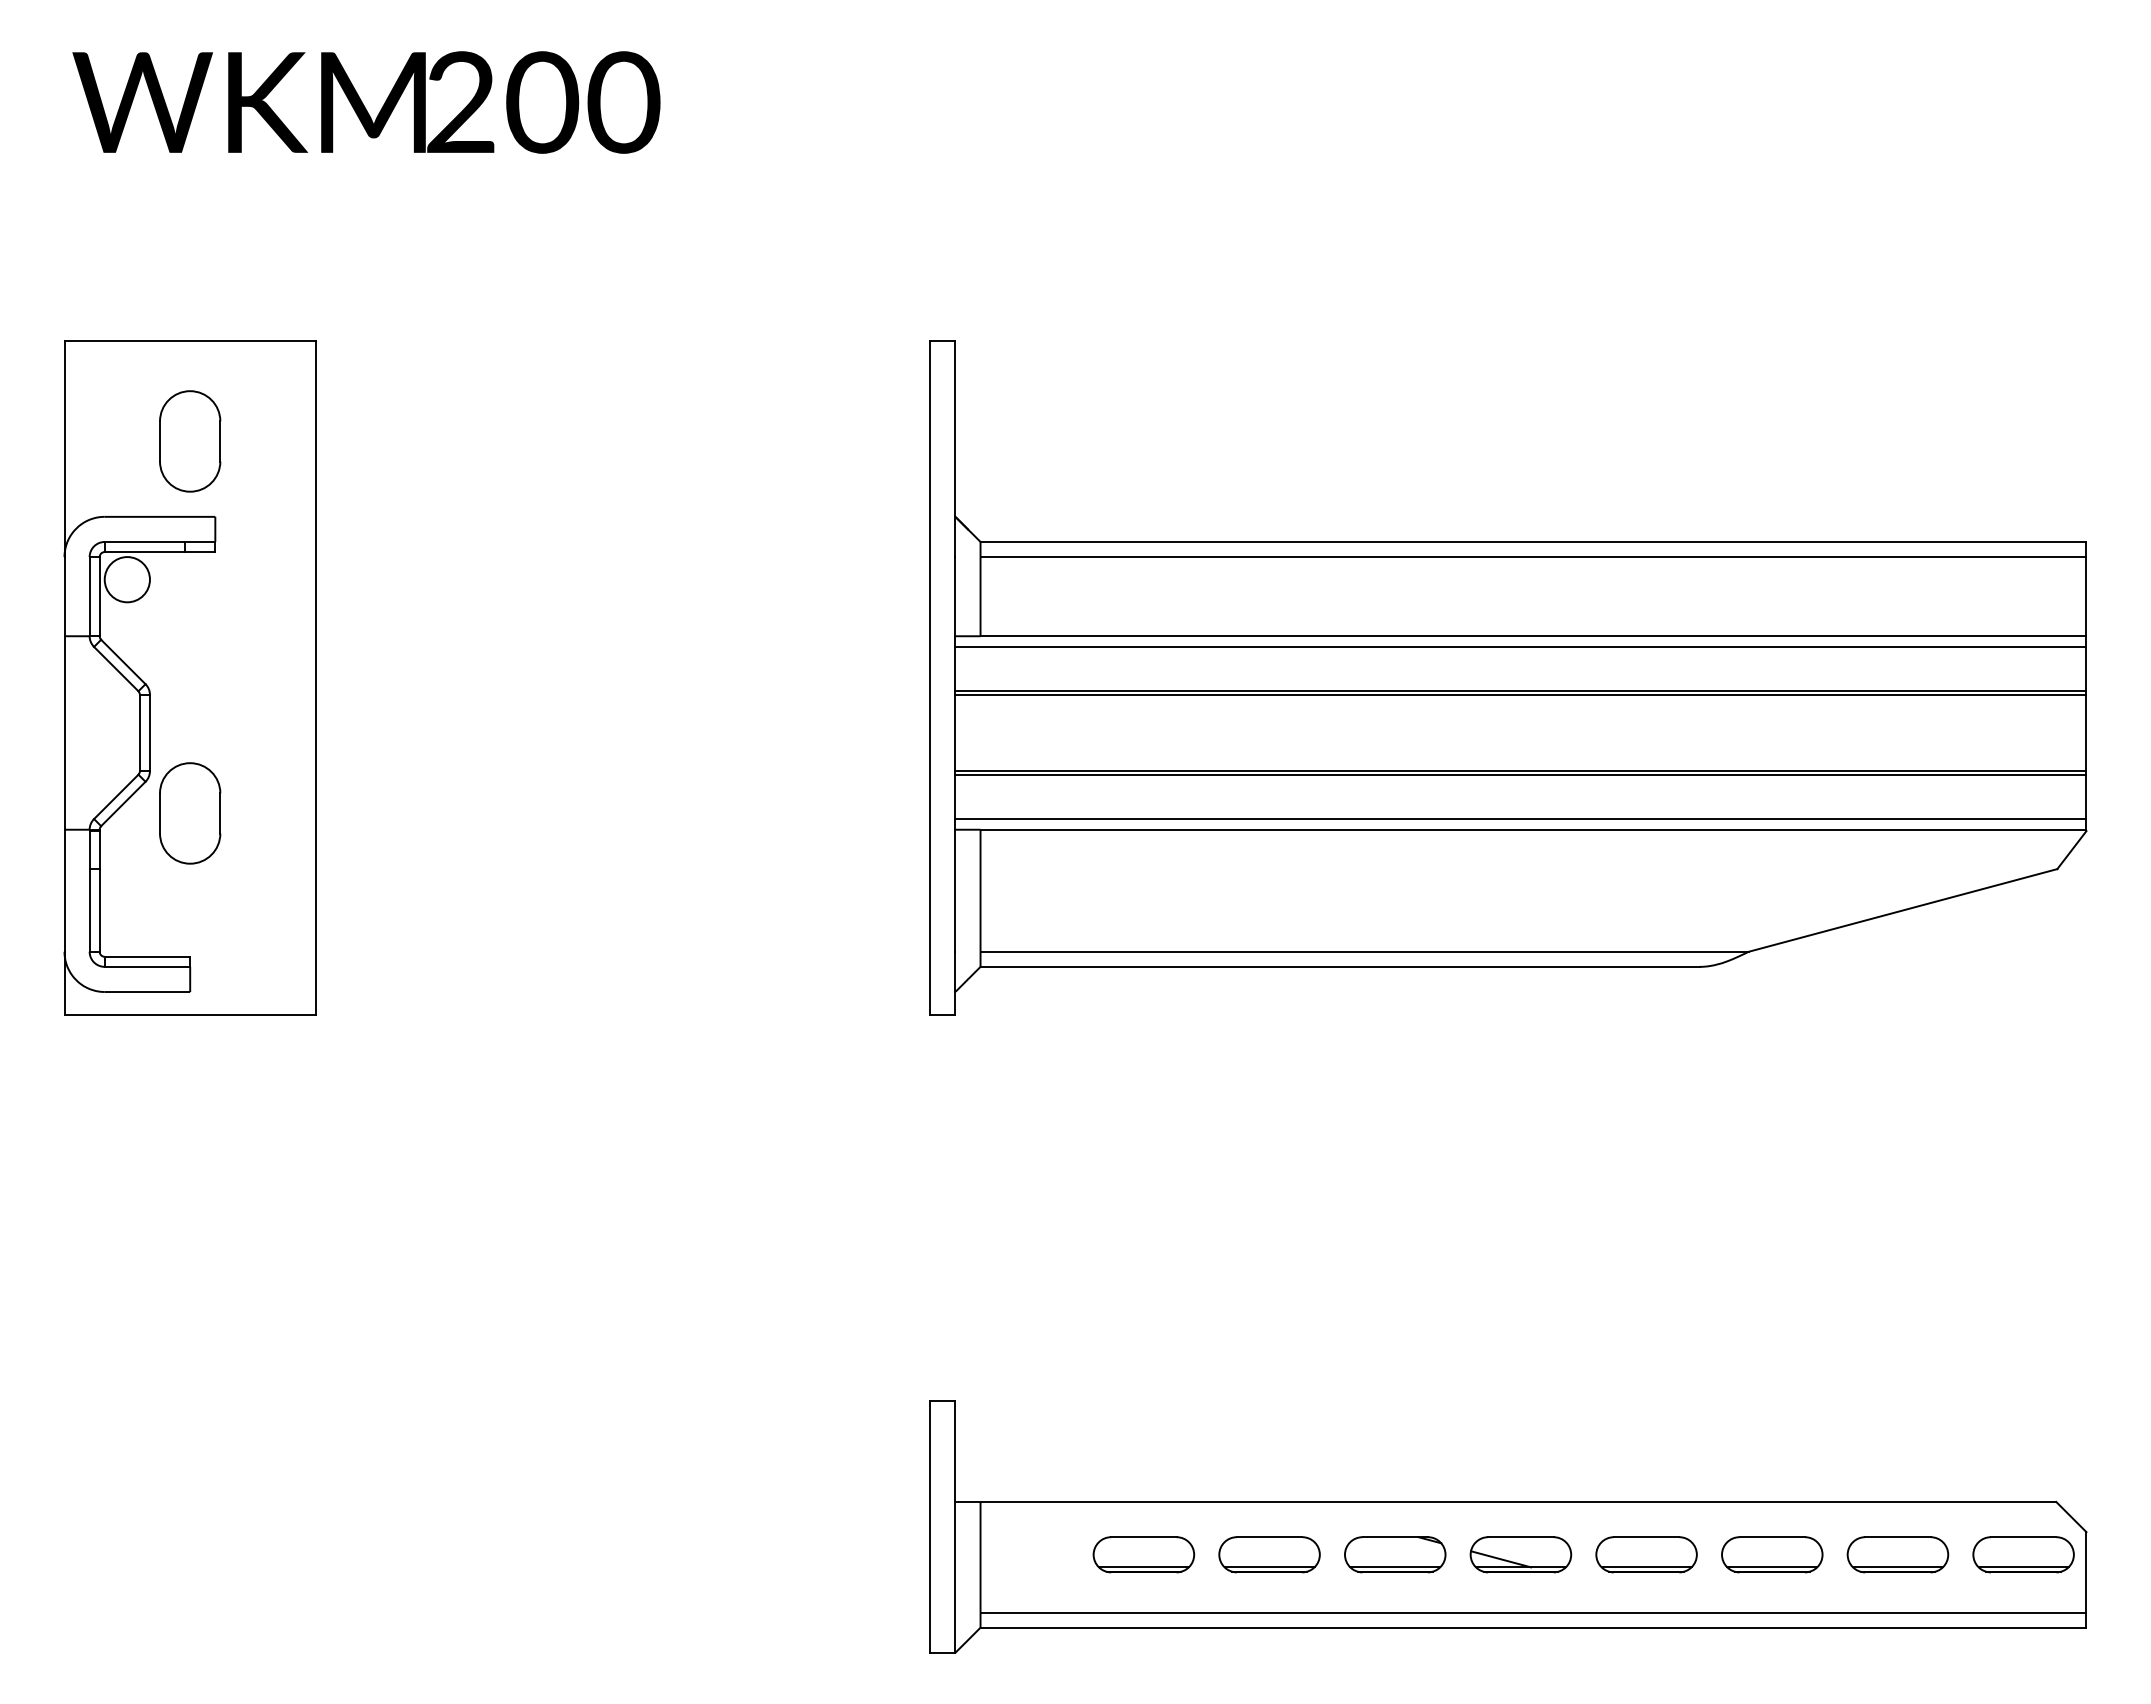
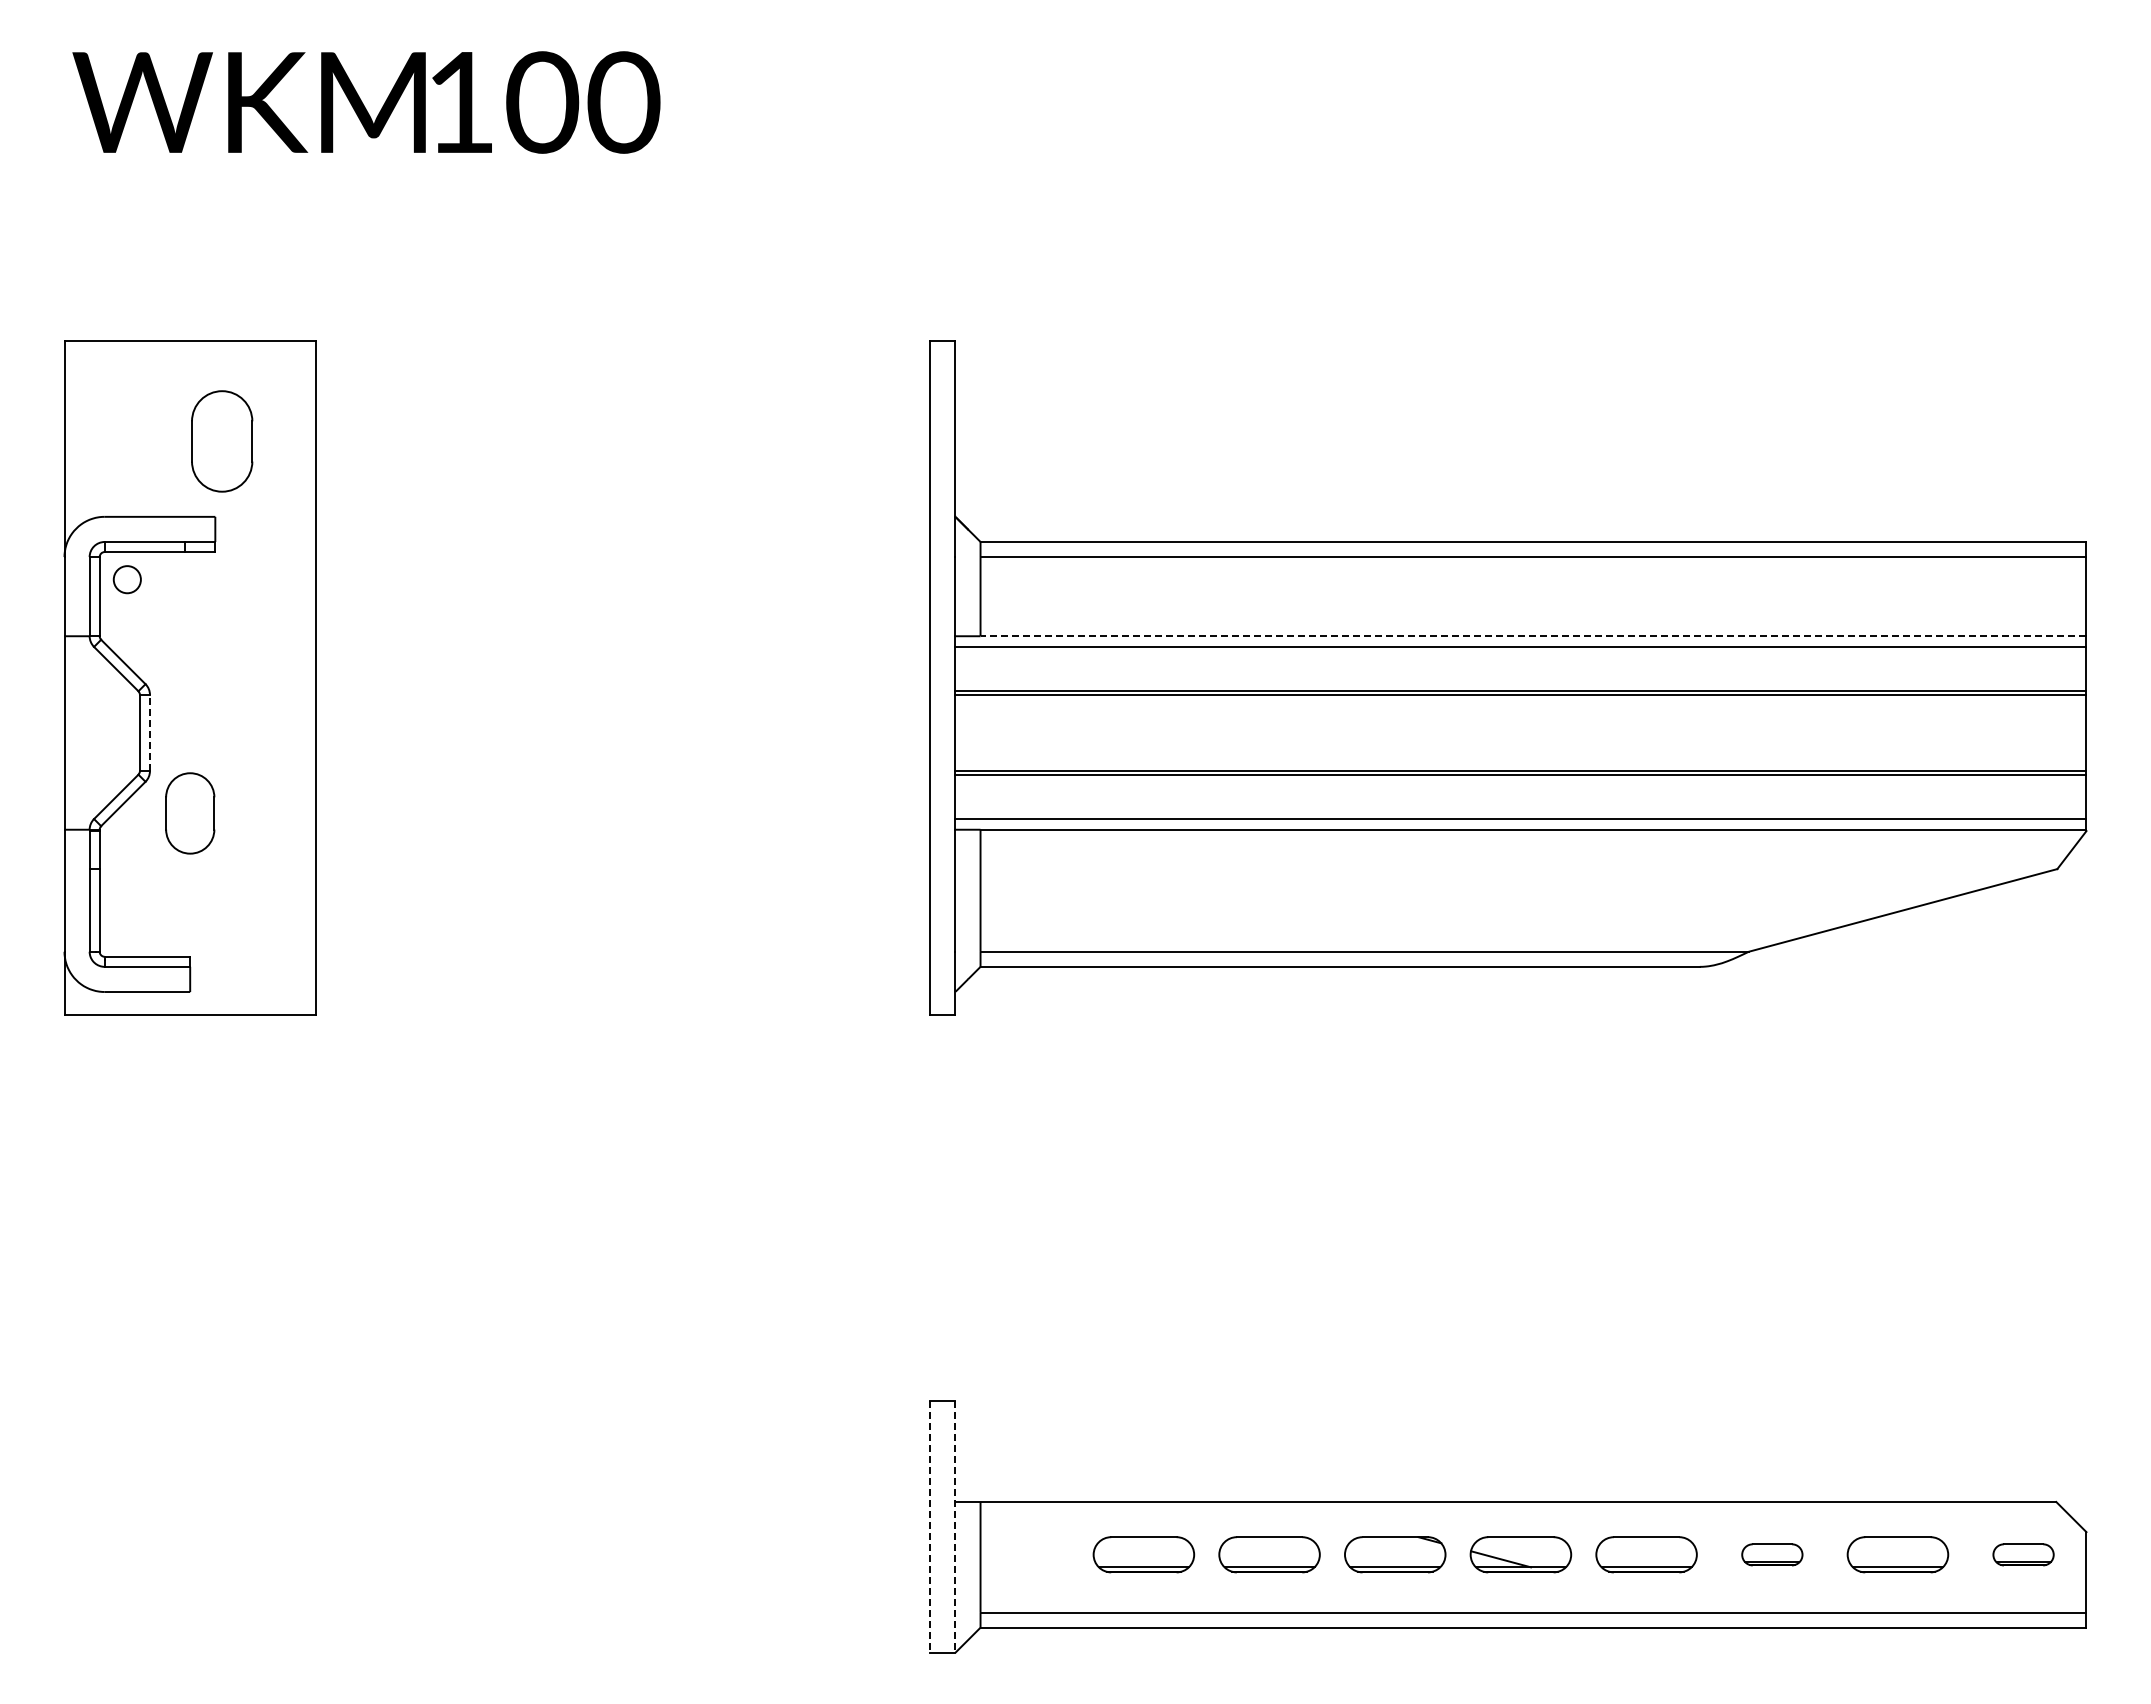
text at (460, 101): 200 -> 100
part at (190, 441) position: (190, 441) -> (222, 441)
circle at (126, 579) diameter: 45 px -> 27 px
line at (1533, 636): solid -> dashed
line at (149, 732): solid -> dashed
part at (190, 813) size: 63x103 px -> 51x83 px
line at (930, 1527): solid -> dashed
line at (955, 1527): solid -> dashed
part at (1772, 1554) size: 103x38 px -> 63x24 px
part at (2023, 1554) size: 103x38 px -> 63x24 px
